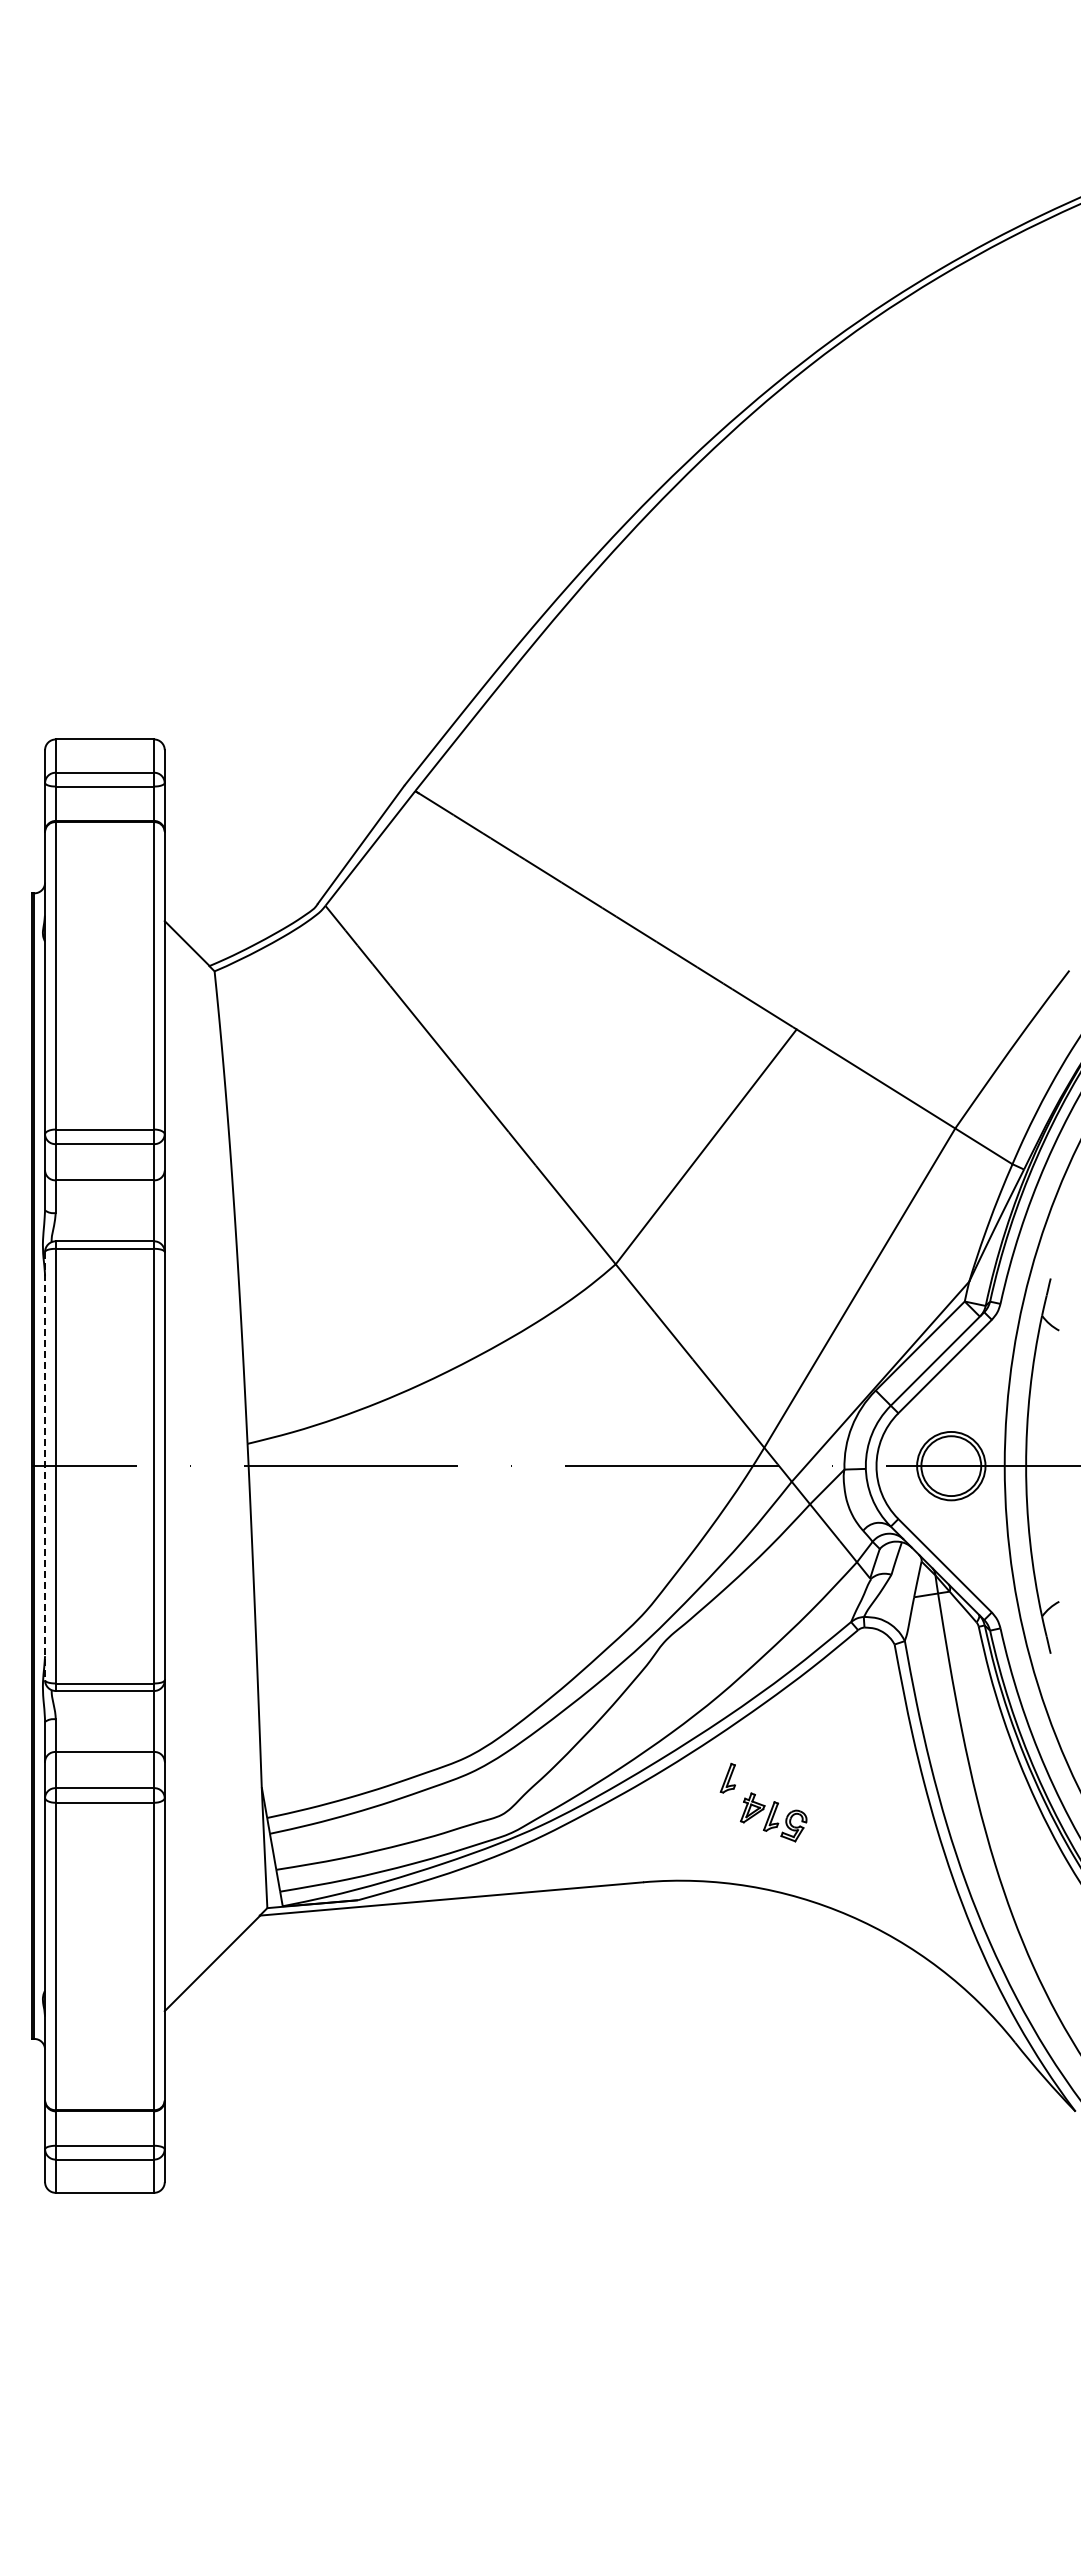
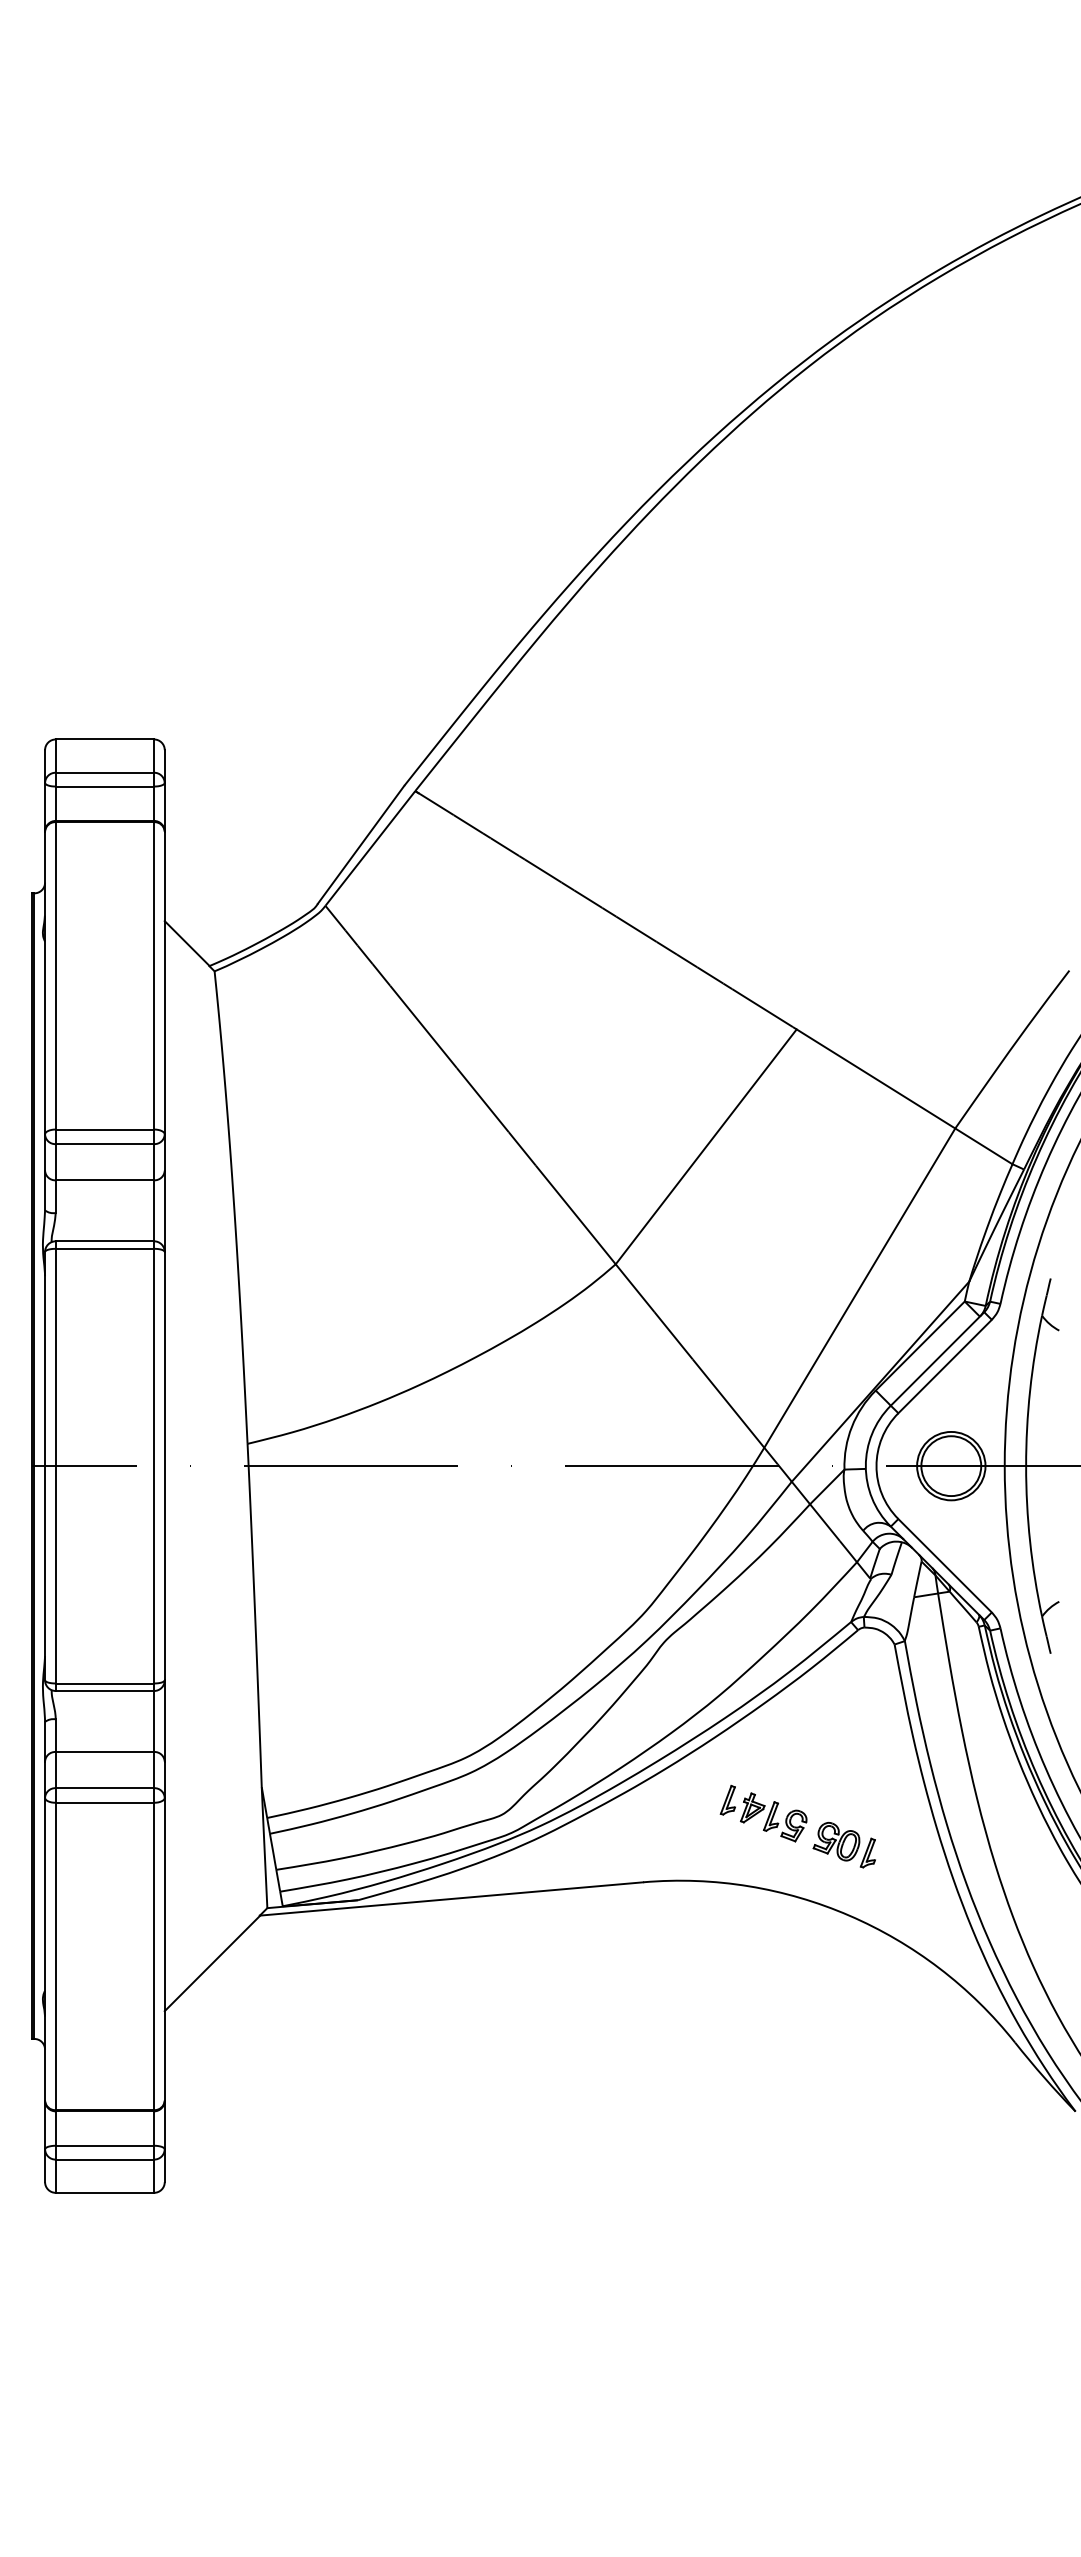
line at (45, 1466): dashed -> solid
part at (727, 1777) position: (727, 1777) -> (727, 1799)
part at (843, 1844): none -> present
